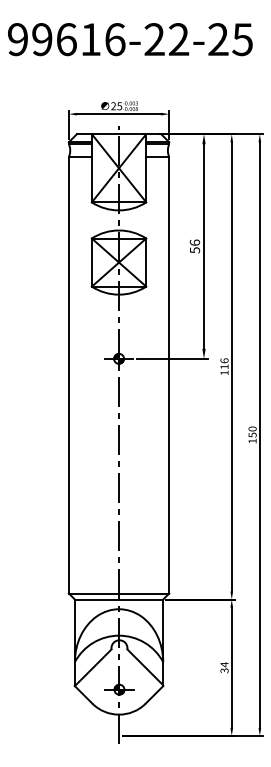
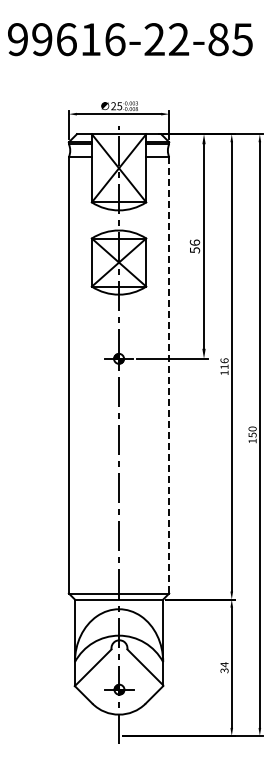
text at (218, 39): 99616-22-25 -> 99616-22-85
line at (169, 375): solid -> dashed
